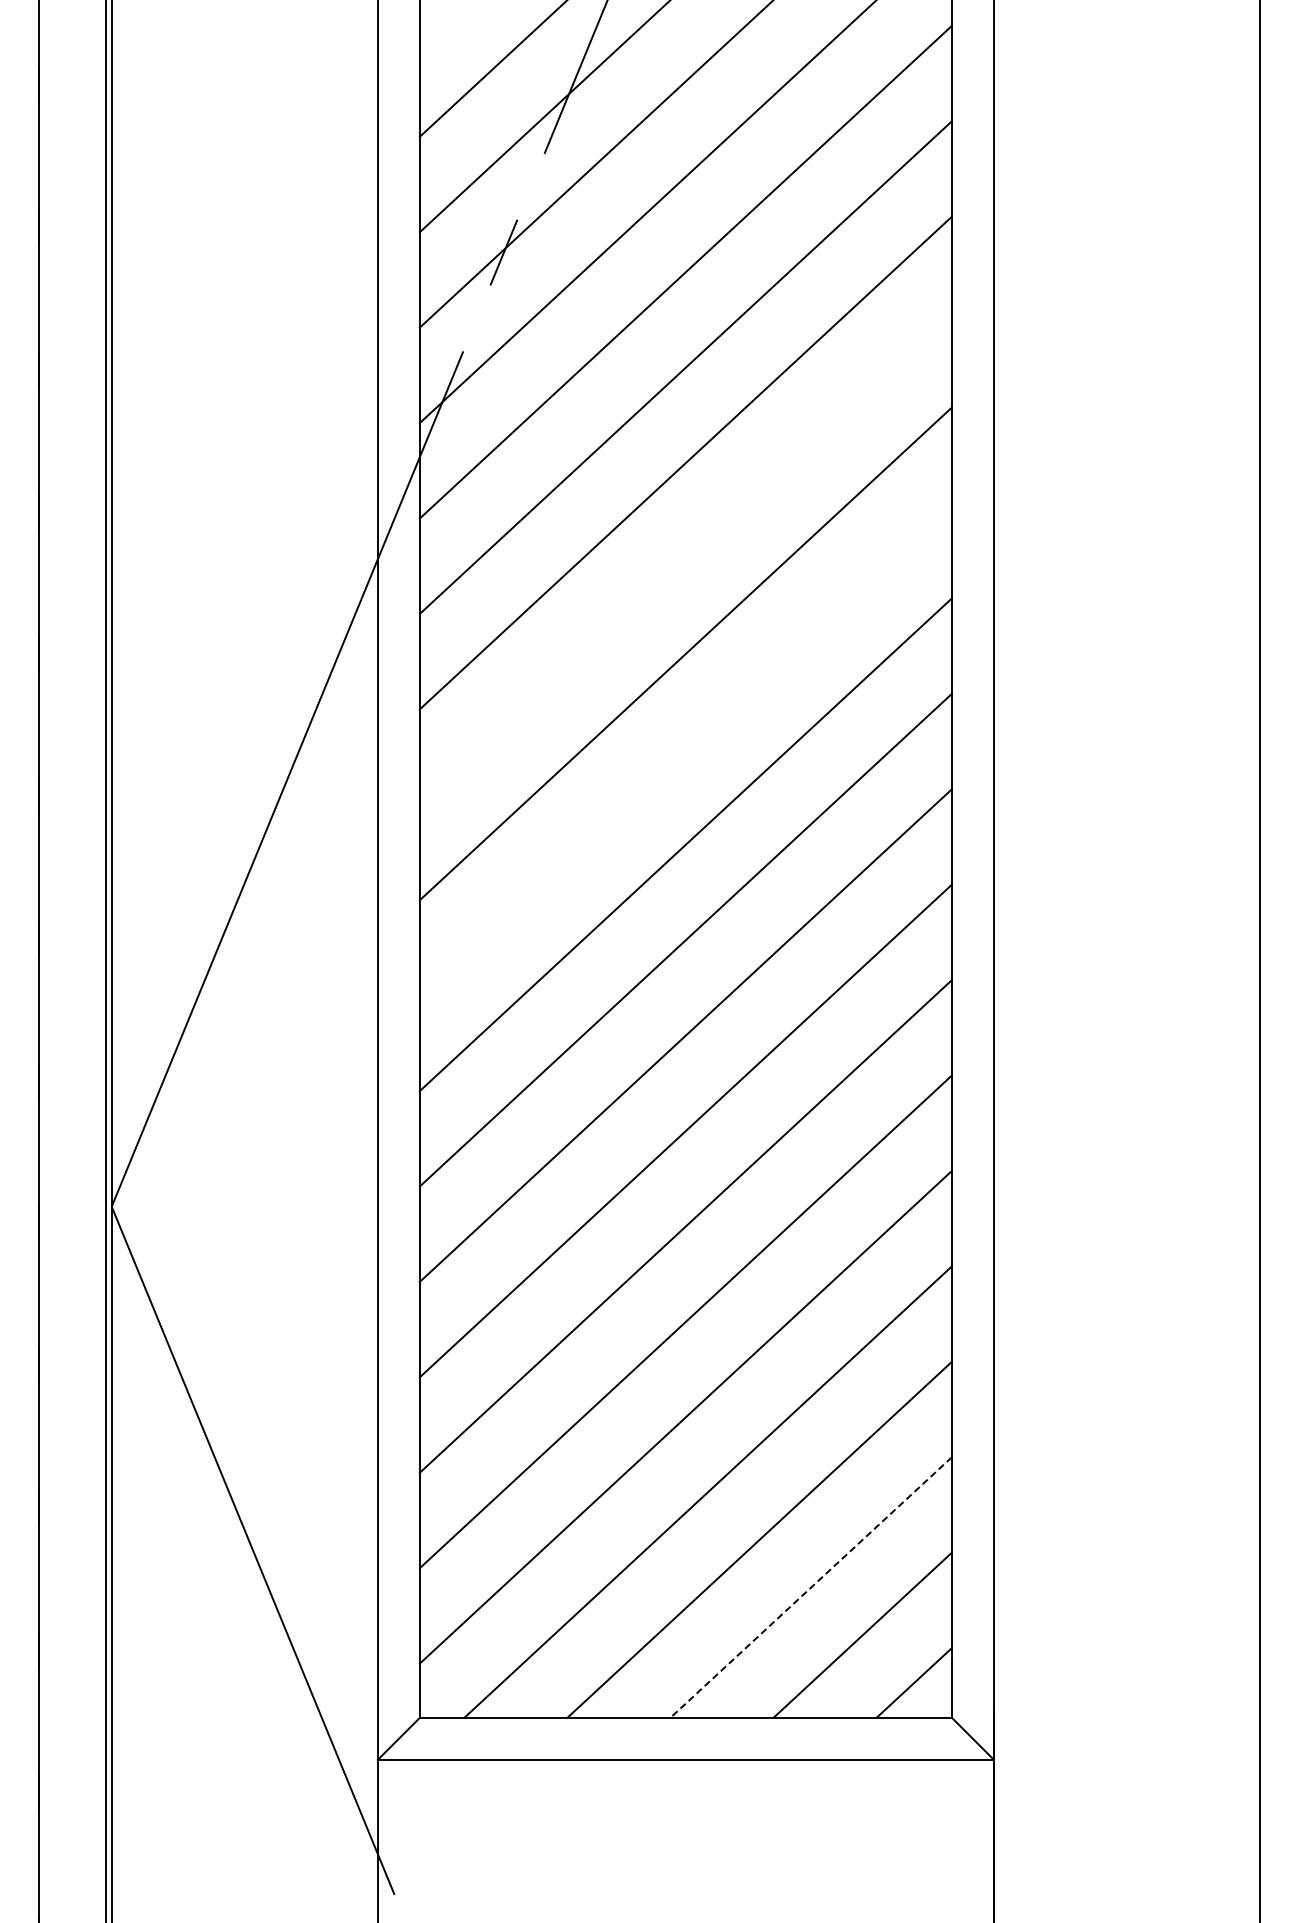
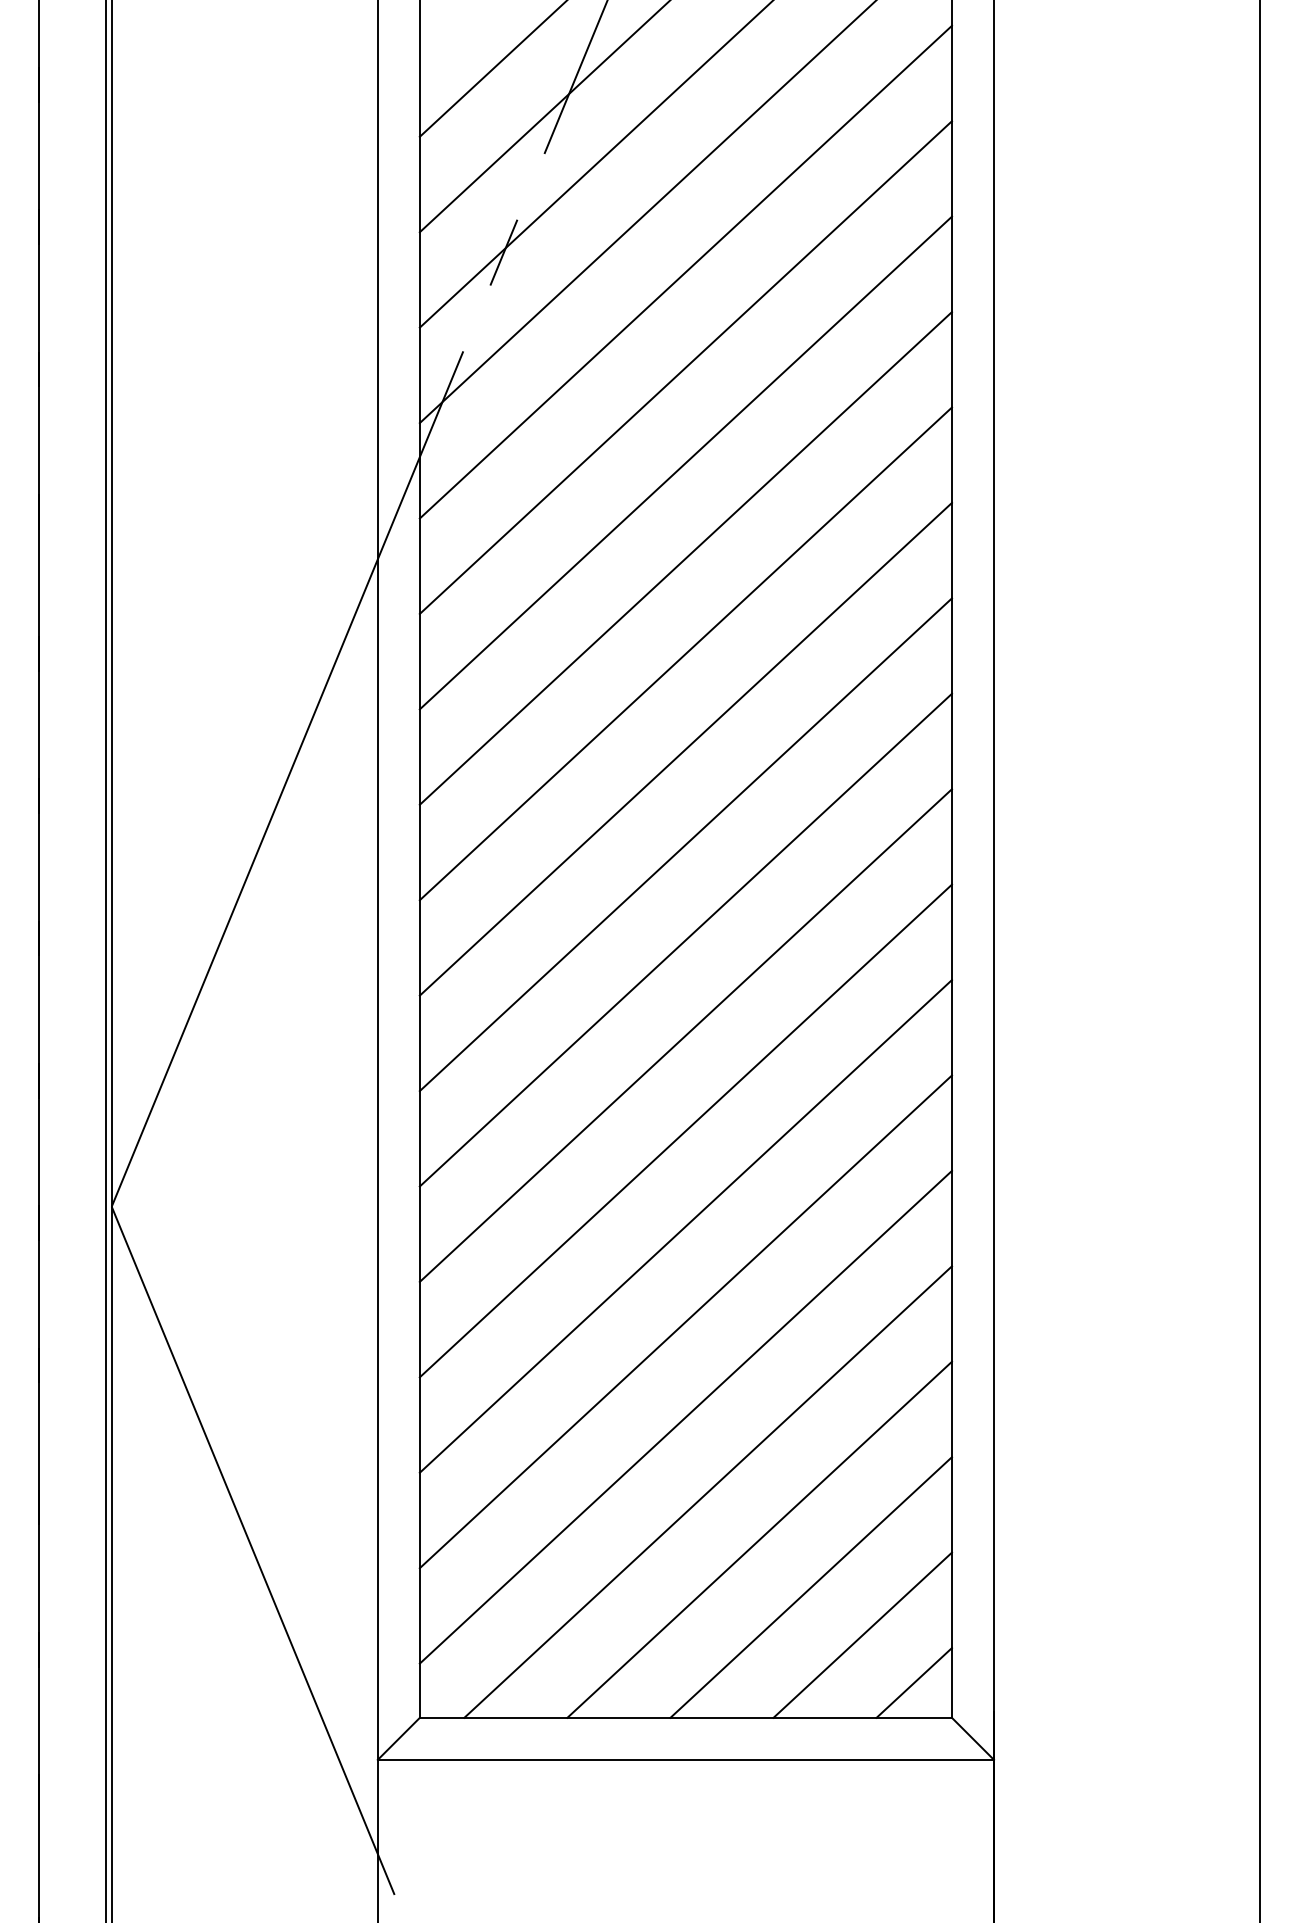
line at (685, 558): none -> present
line at (685, 748): none -> present
line at (811, 1587): dashed -> solid
